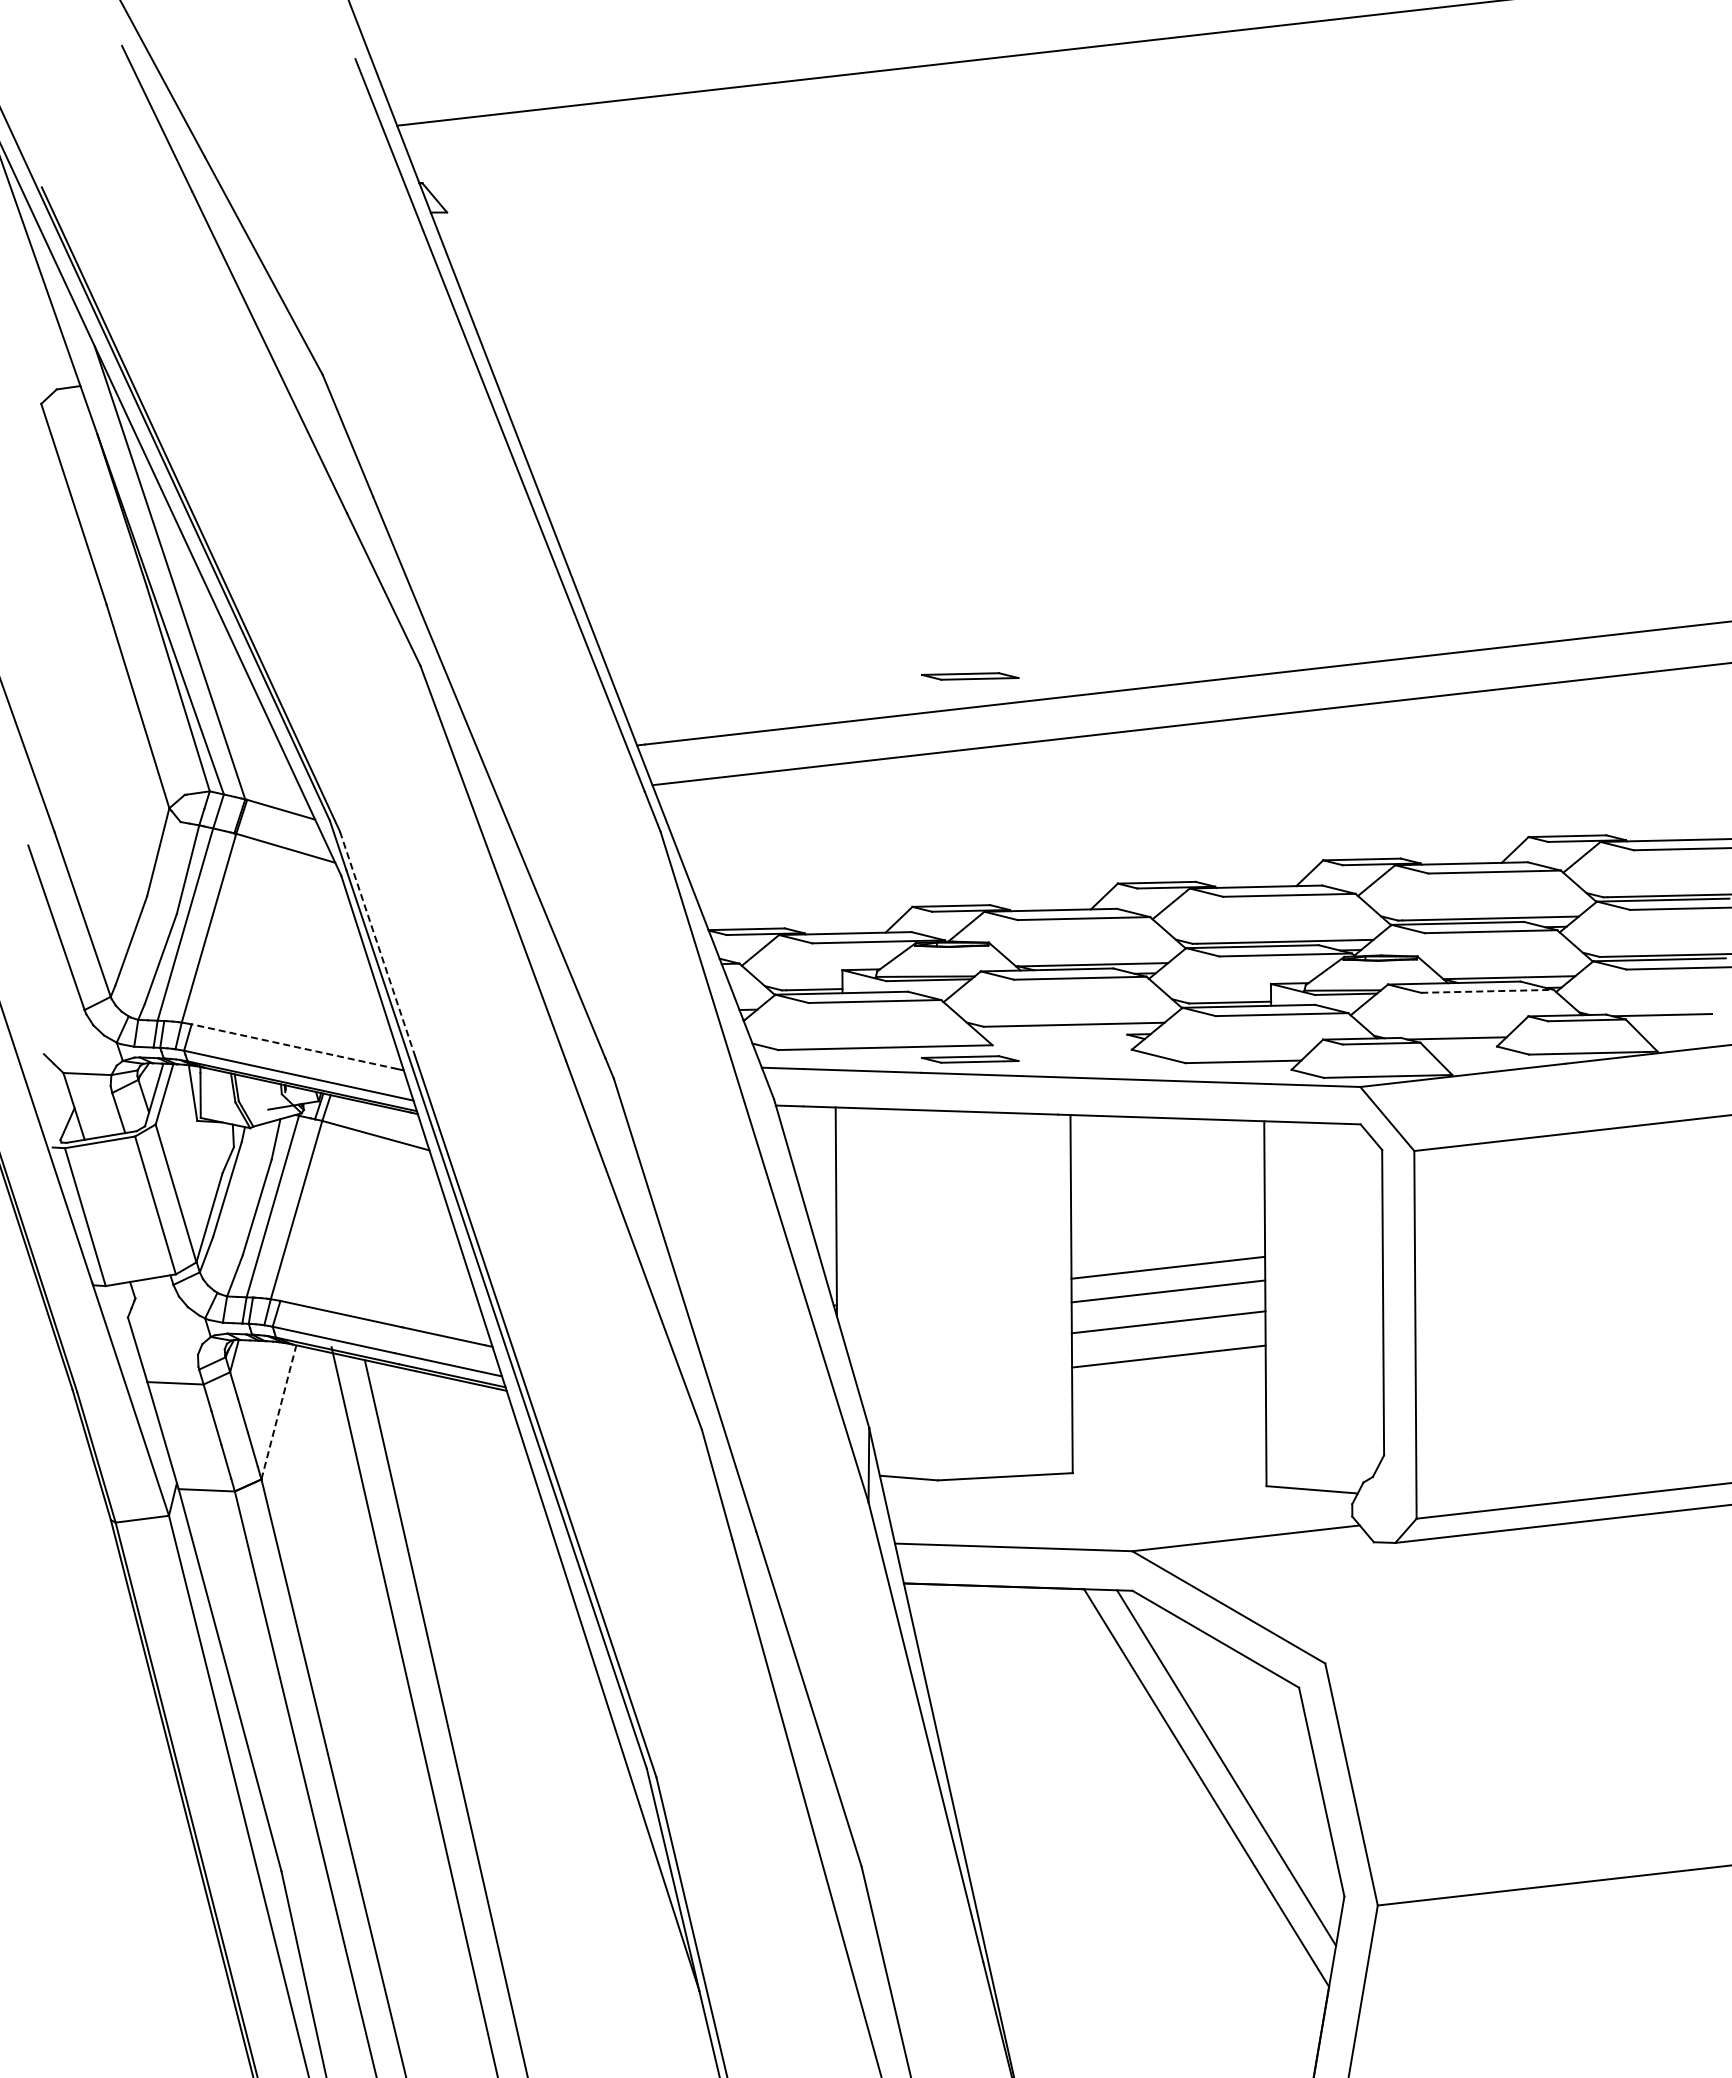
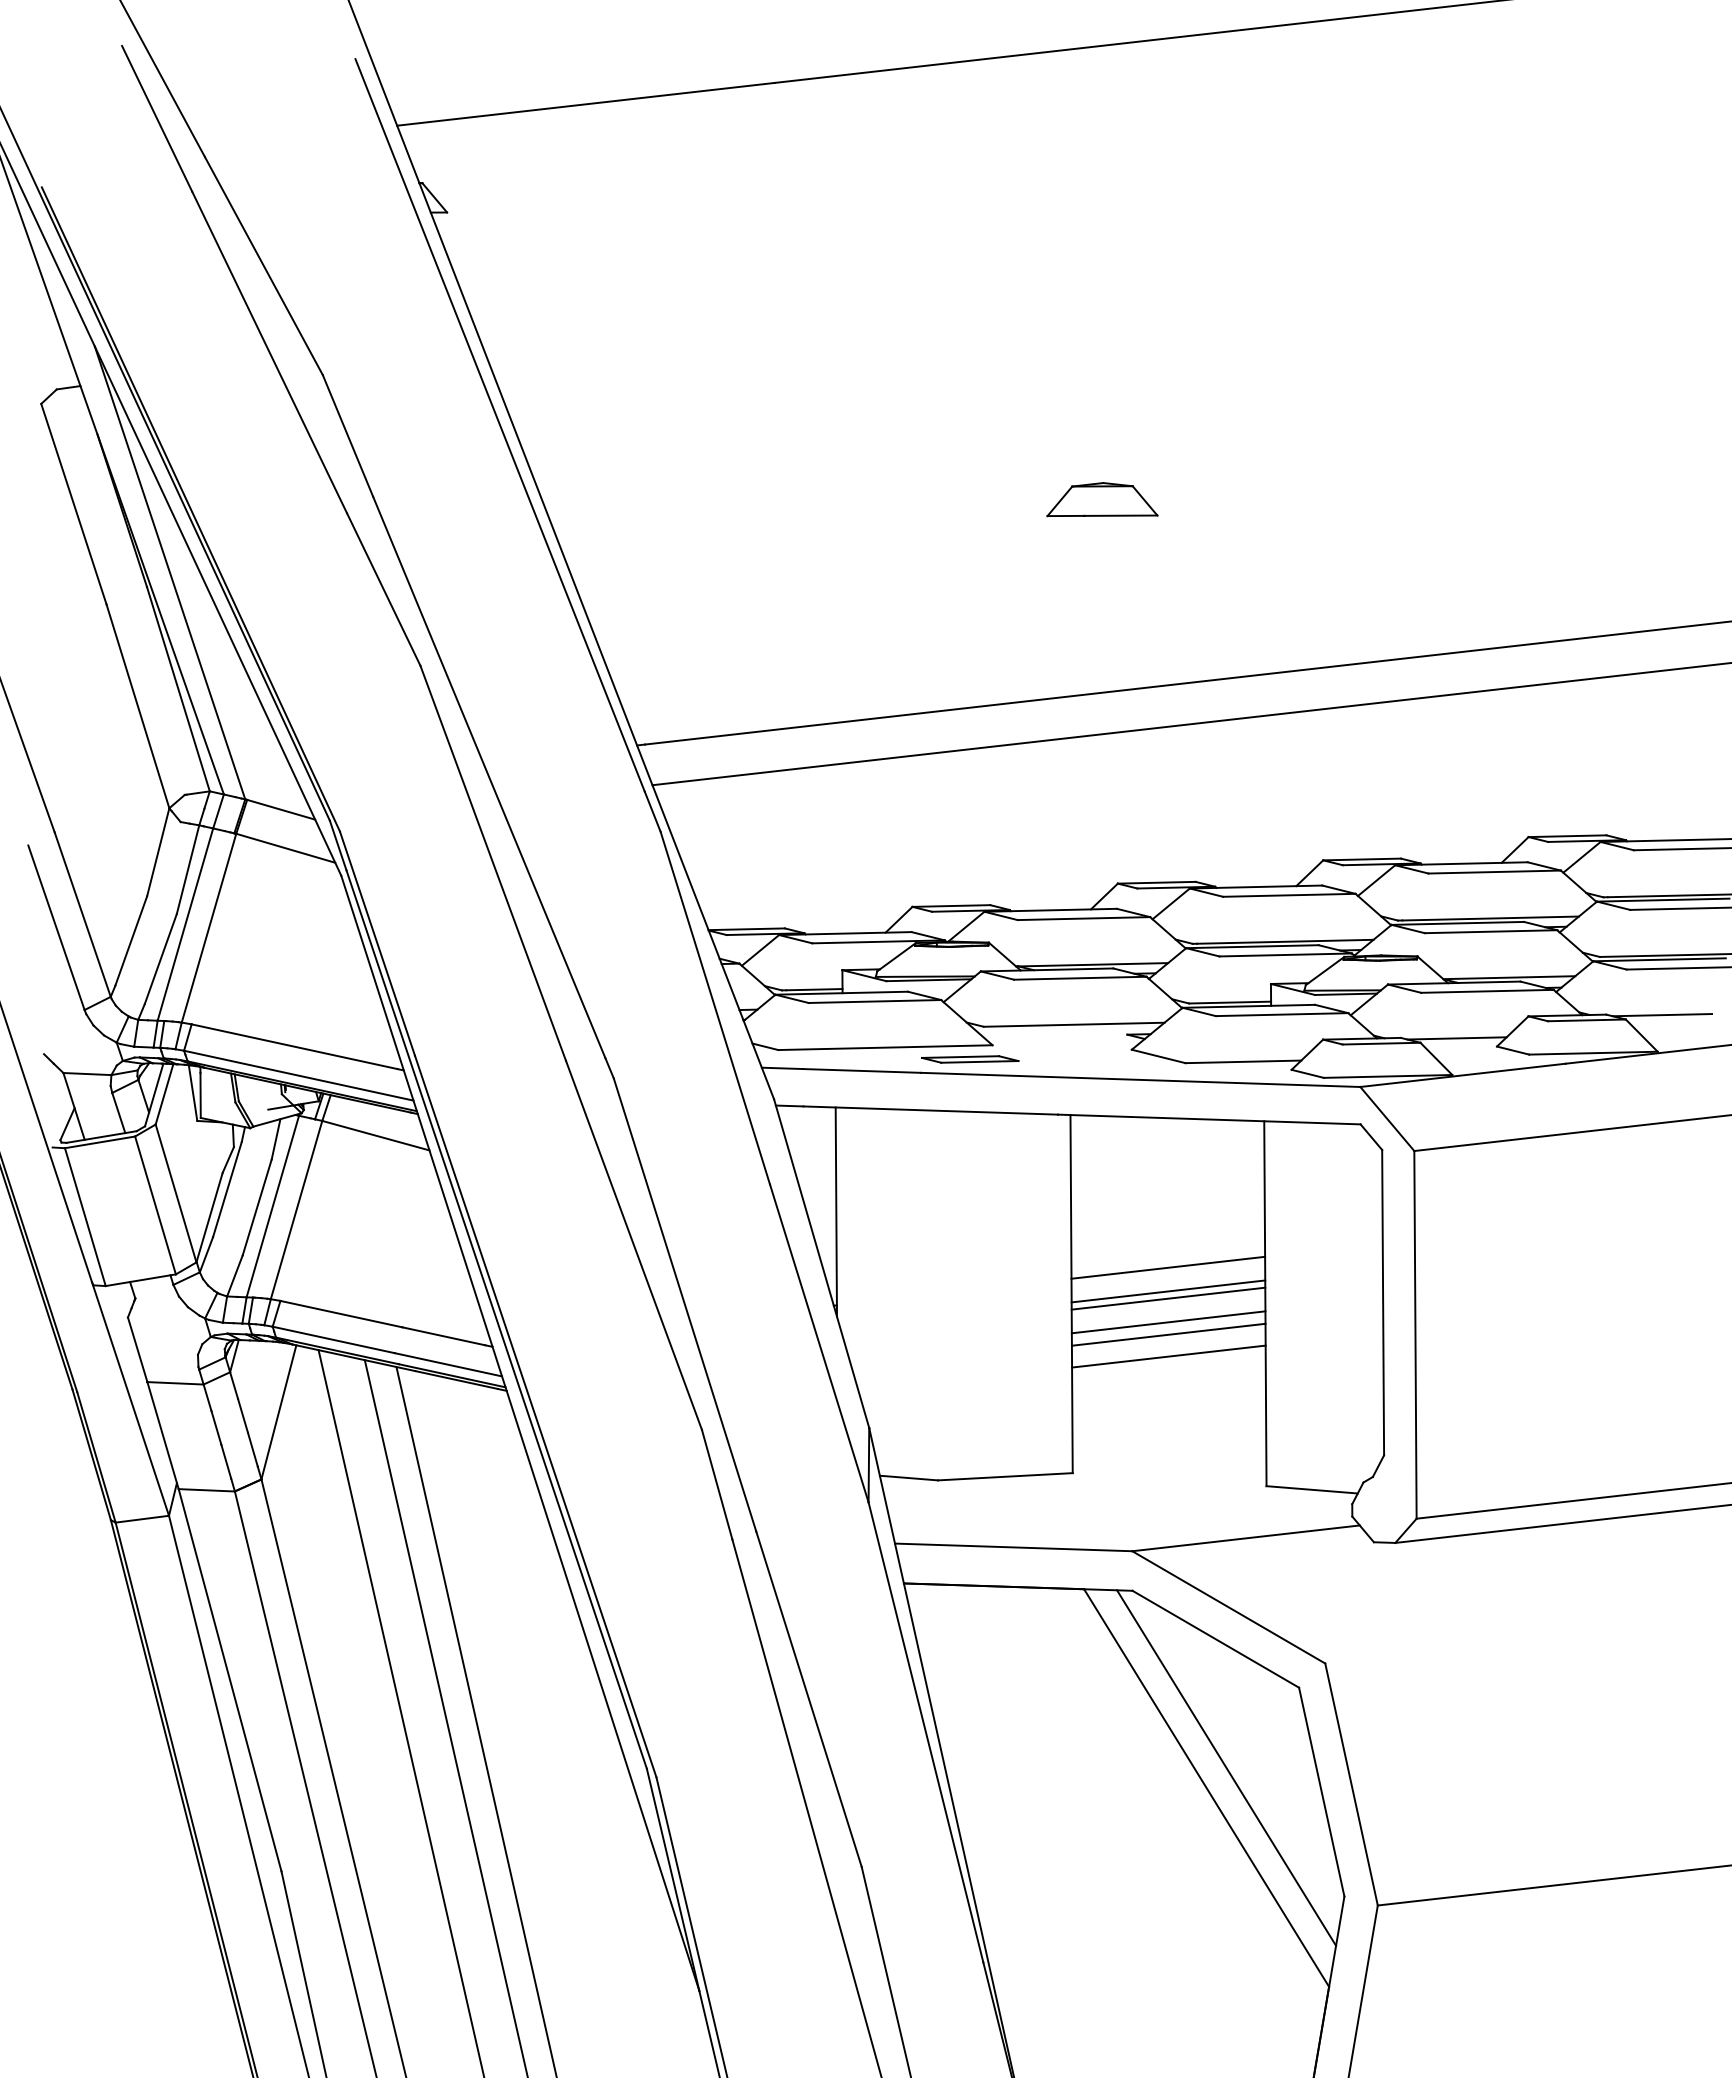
part at (1102, 499): none -> present
part at (970, 676): present -> none
line at (377, 944): dashed -> solid
line at (1487, 991): dashed -> solid
line at (294, 1046): dashed -> solid
line at (1168, 1298): none -> present
line at (1168, 1334): none -> present
line at (279, 1411): dashed -> solid
line at (414, 1710) position: (414, 1710) -> (400, 1712)
line at (476, 1720): none -> present
